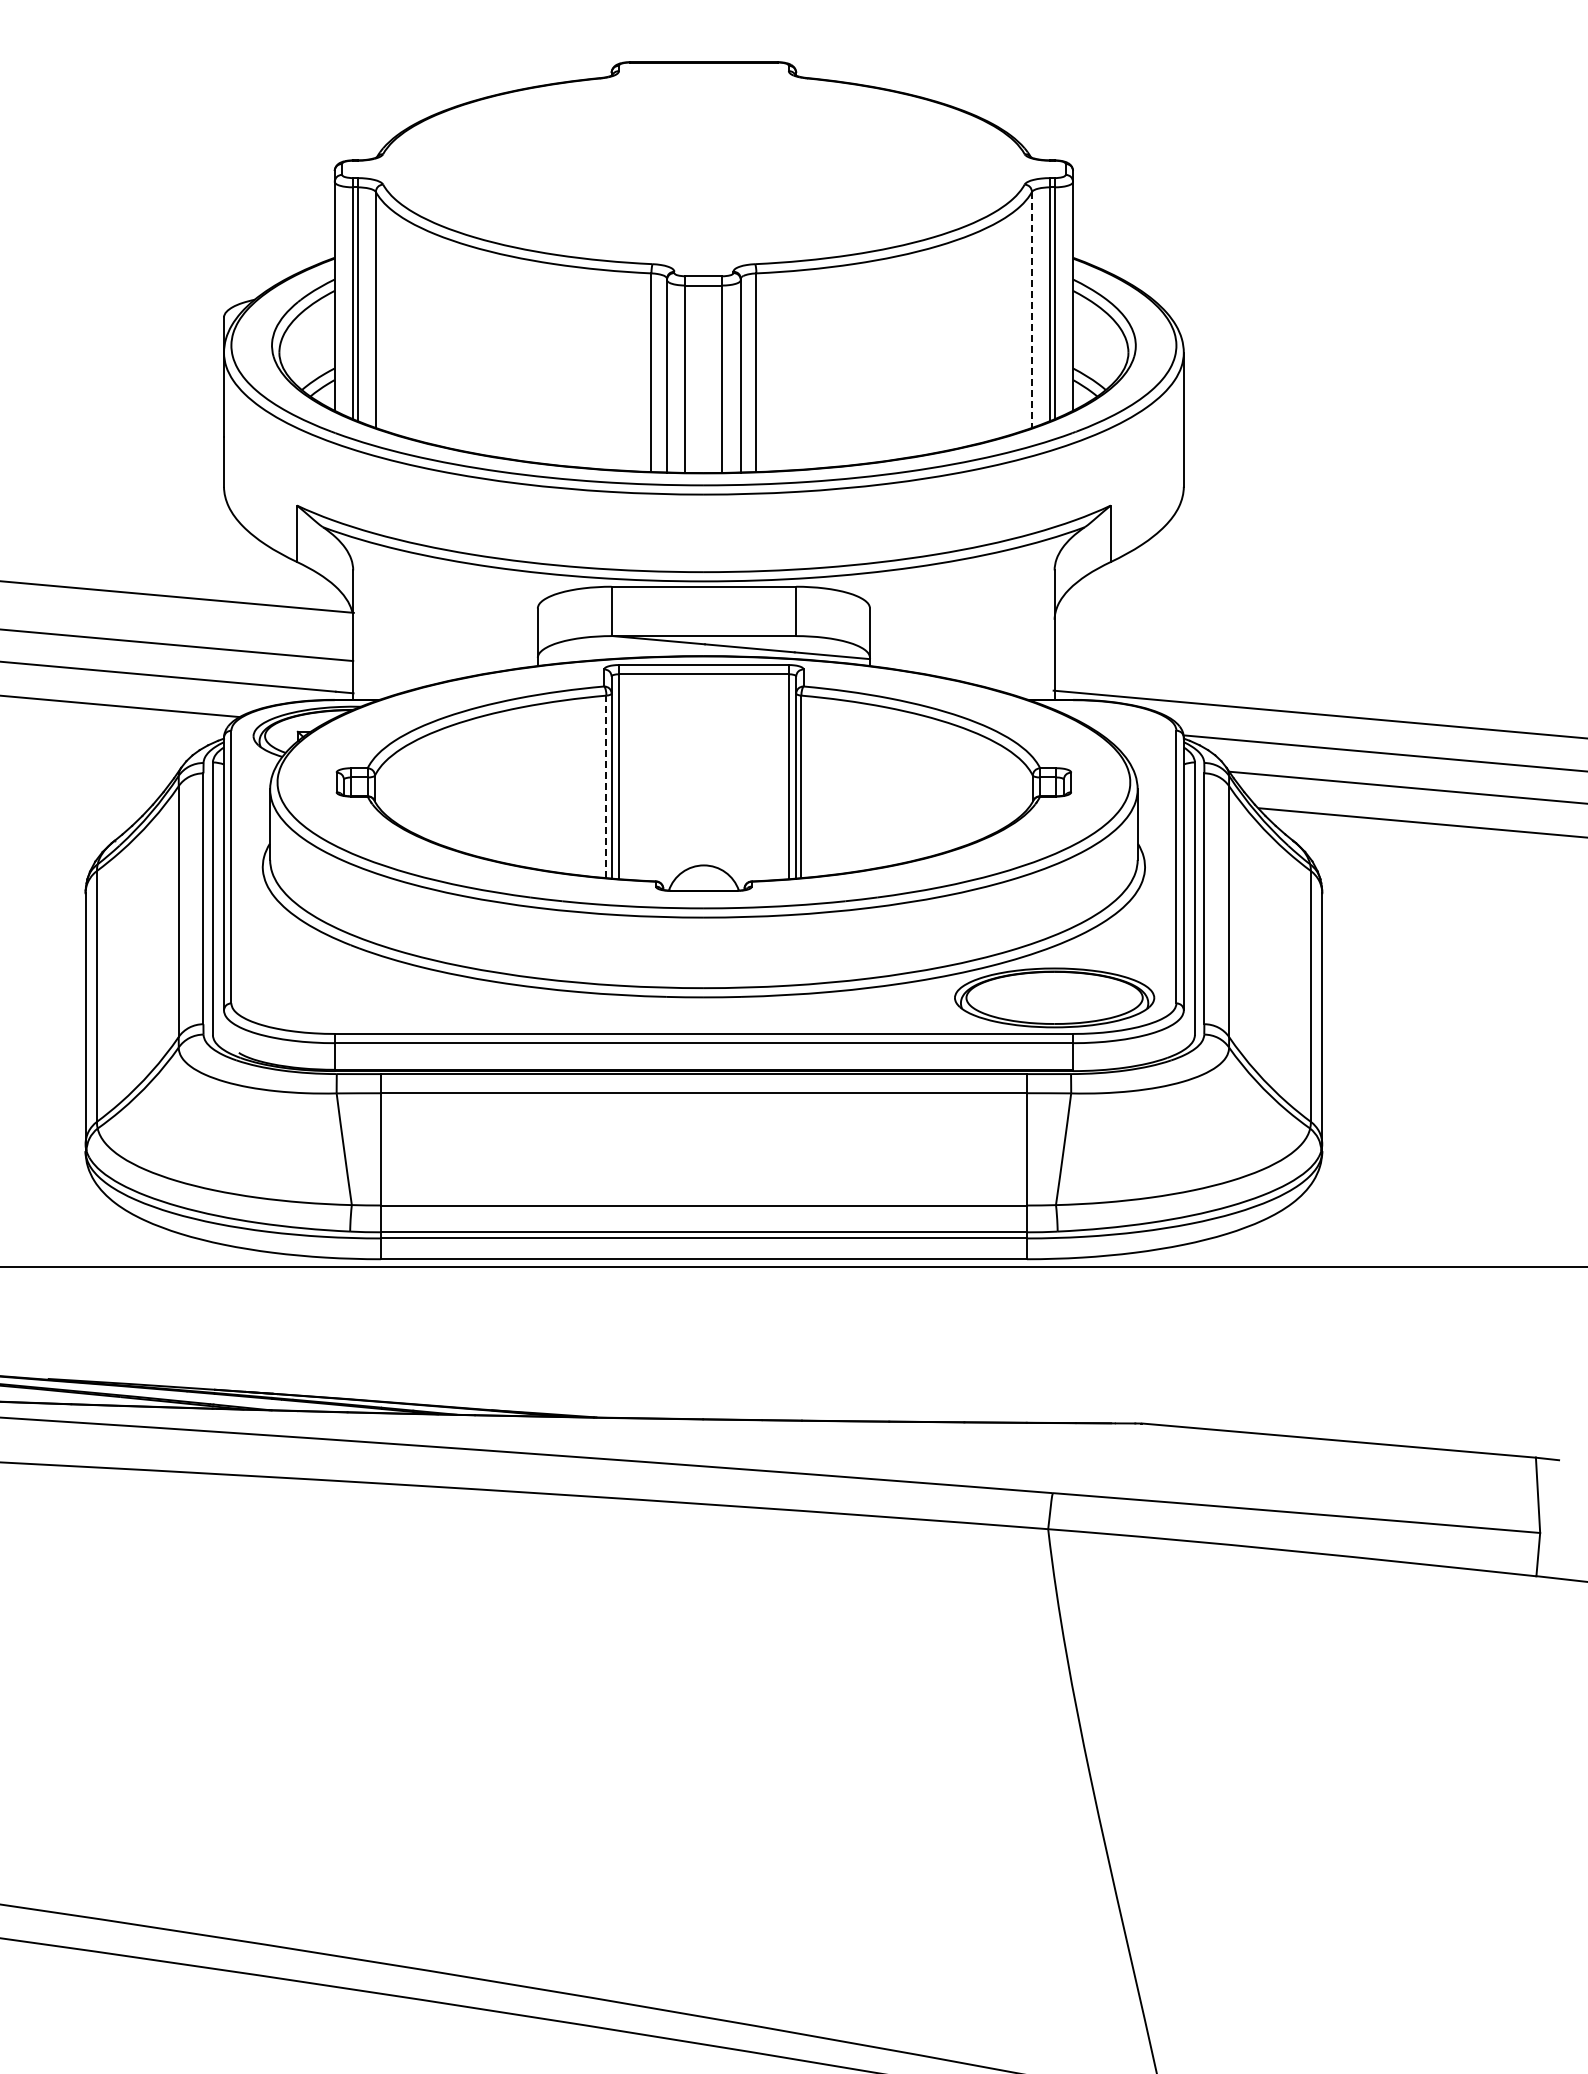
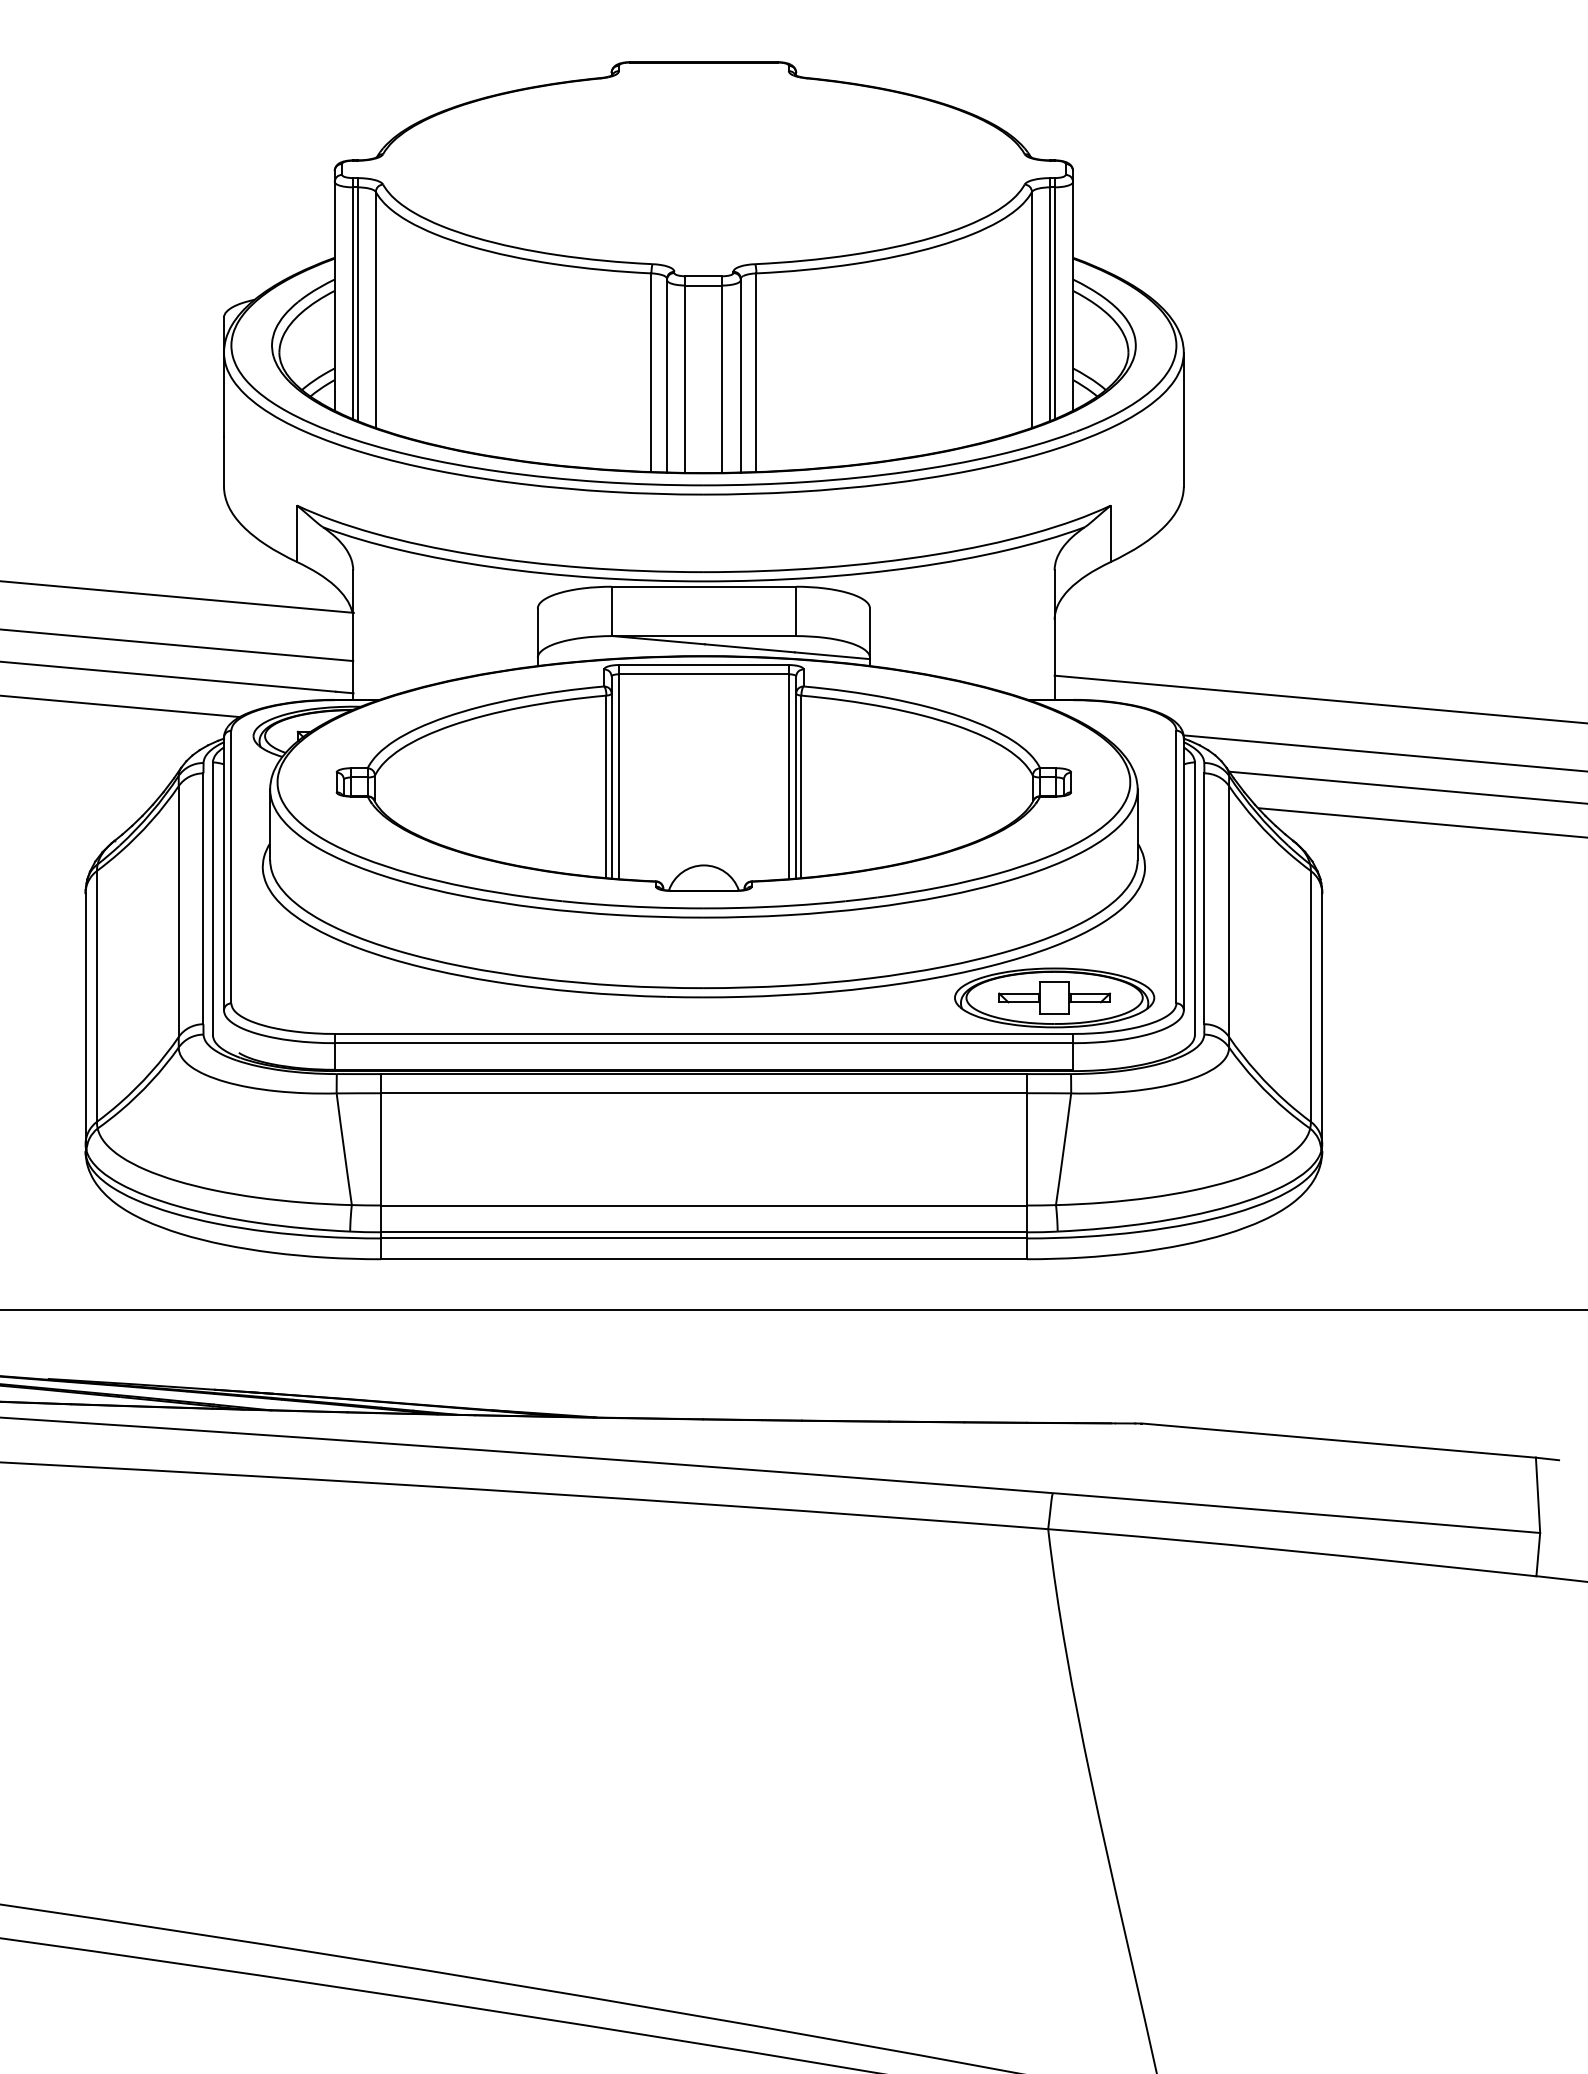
line at (1031, 310): dashed -> solid
line at (1318, 714) position: (1318, 714) -> (1319, 699)
line at (606, 786): dashed -> solid
part at (1054, 997): none -> present
line at (793, 1266) position: (793, 1266) -> (793, 1309)
